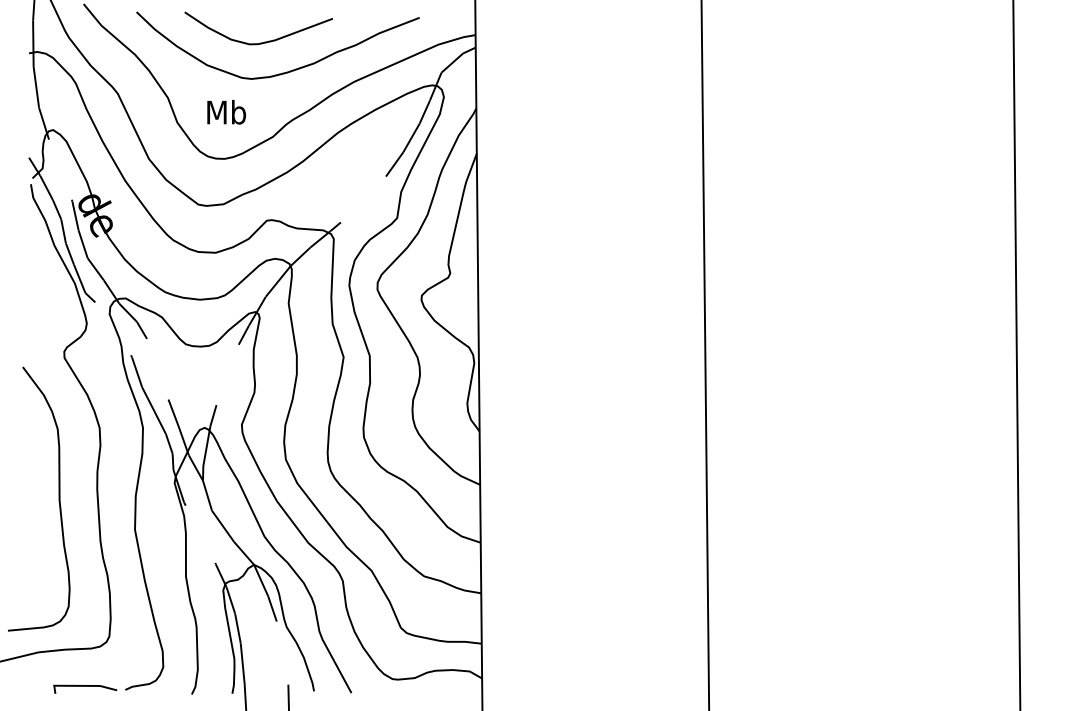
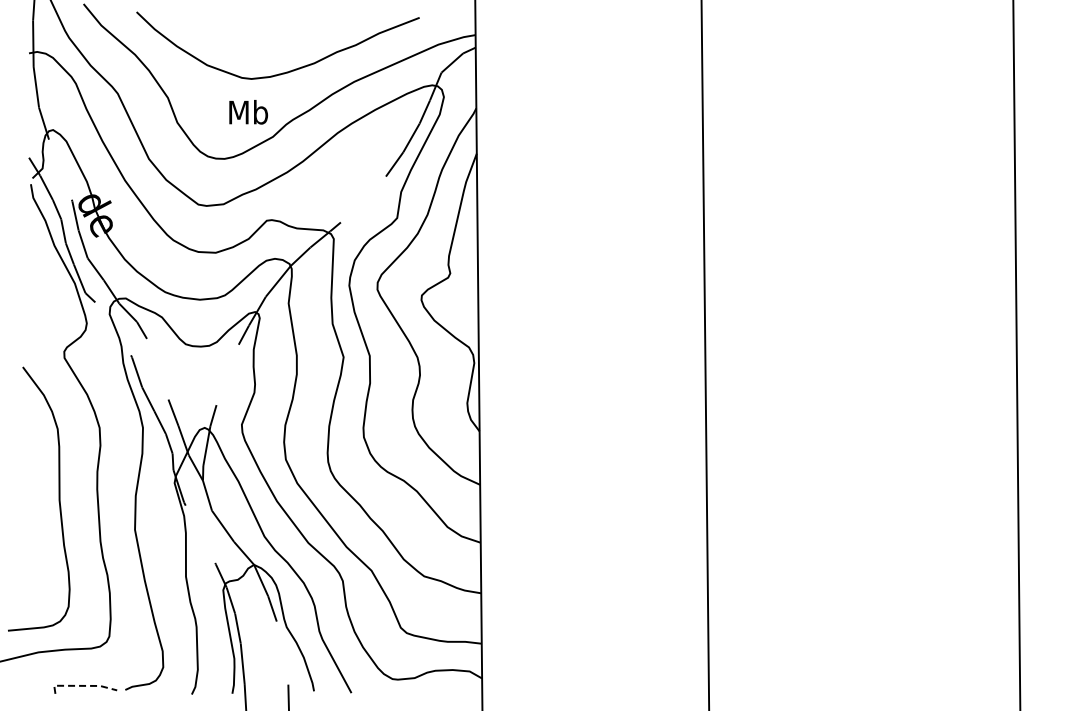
curve at (260, 42): present -> none
text at (226, 112) position: (226, 112) -> (248, 112)
line at (82, 685): solid -> dashed
